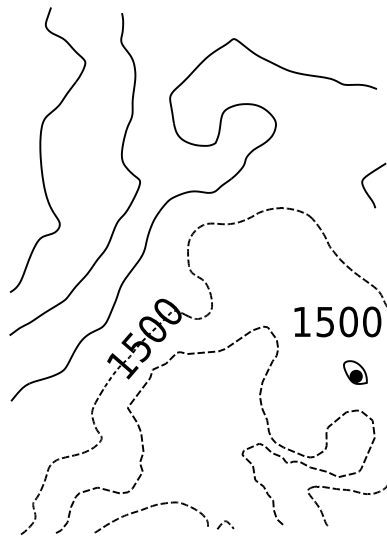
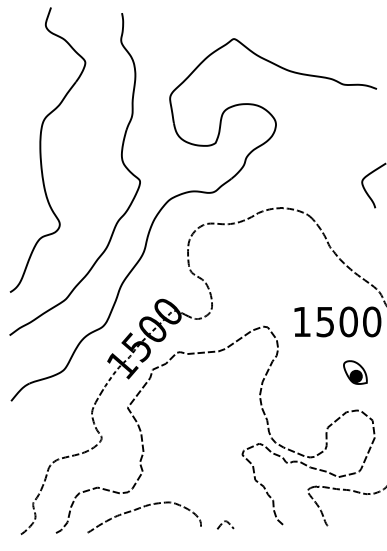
curve at (146, 509) position: (146, 509) -> (139, 509)
